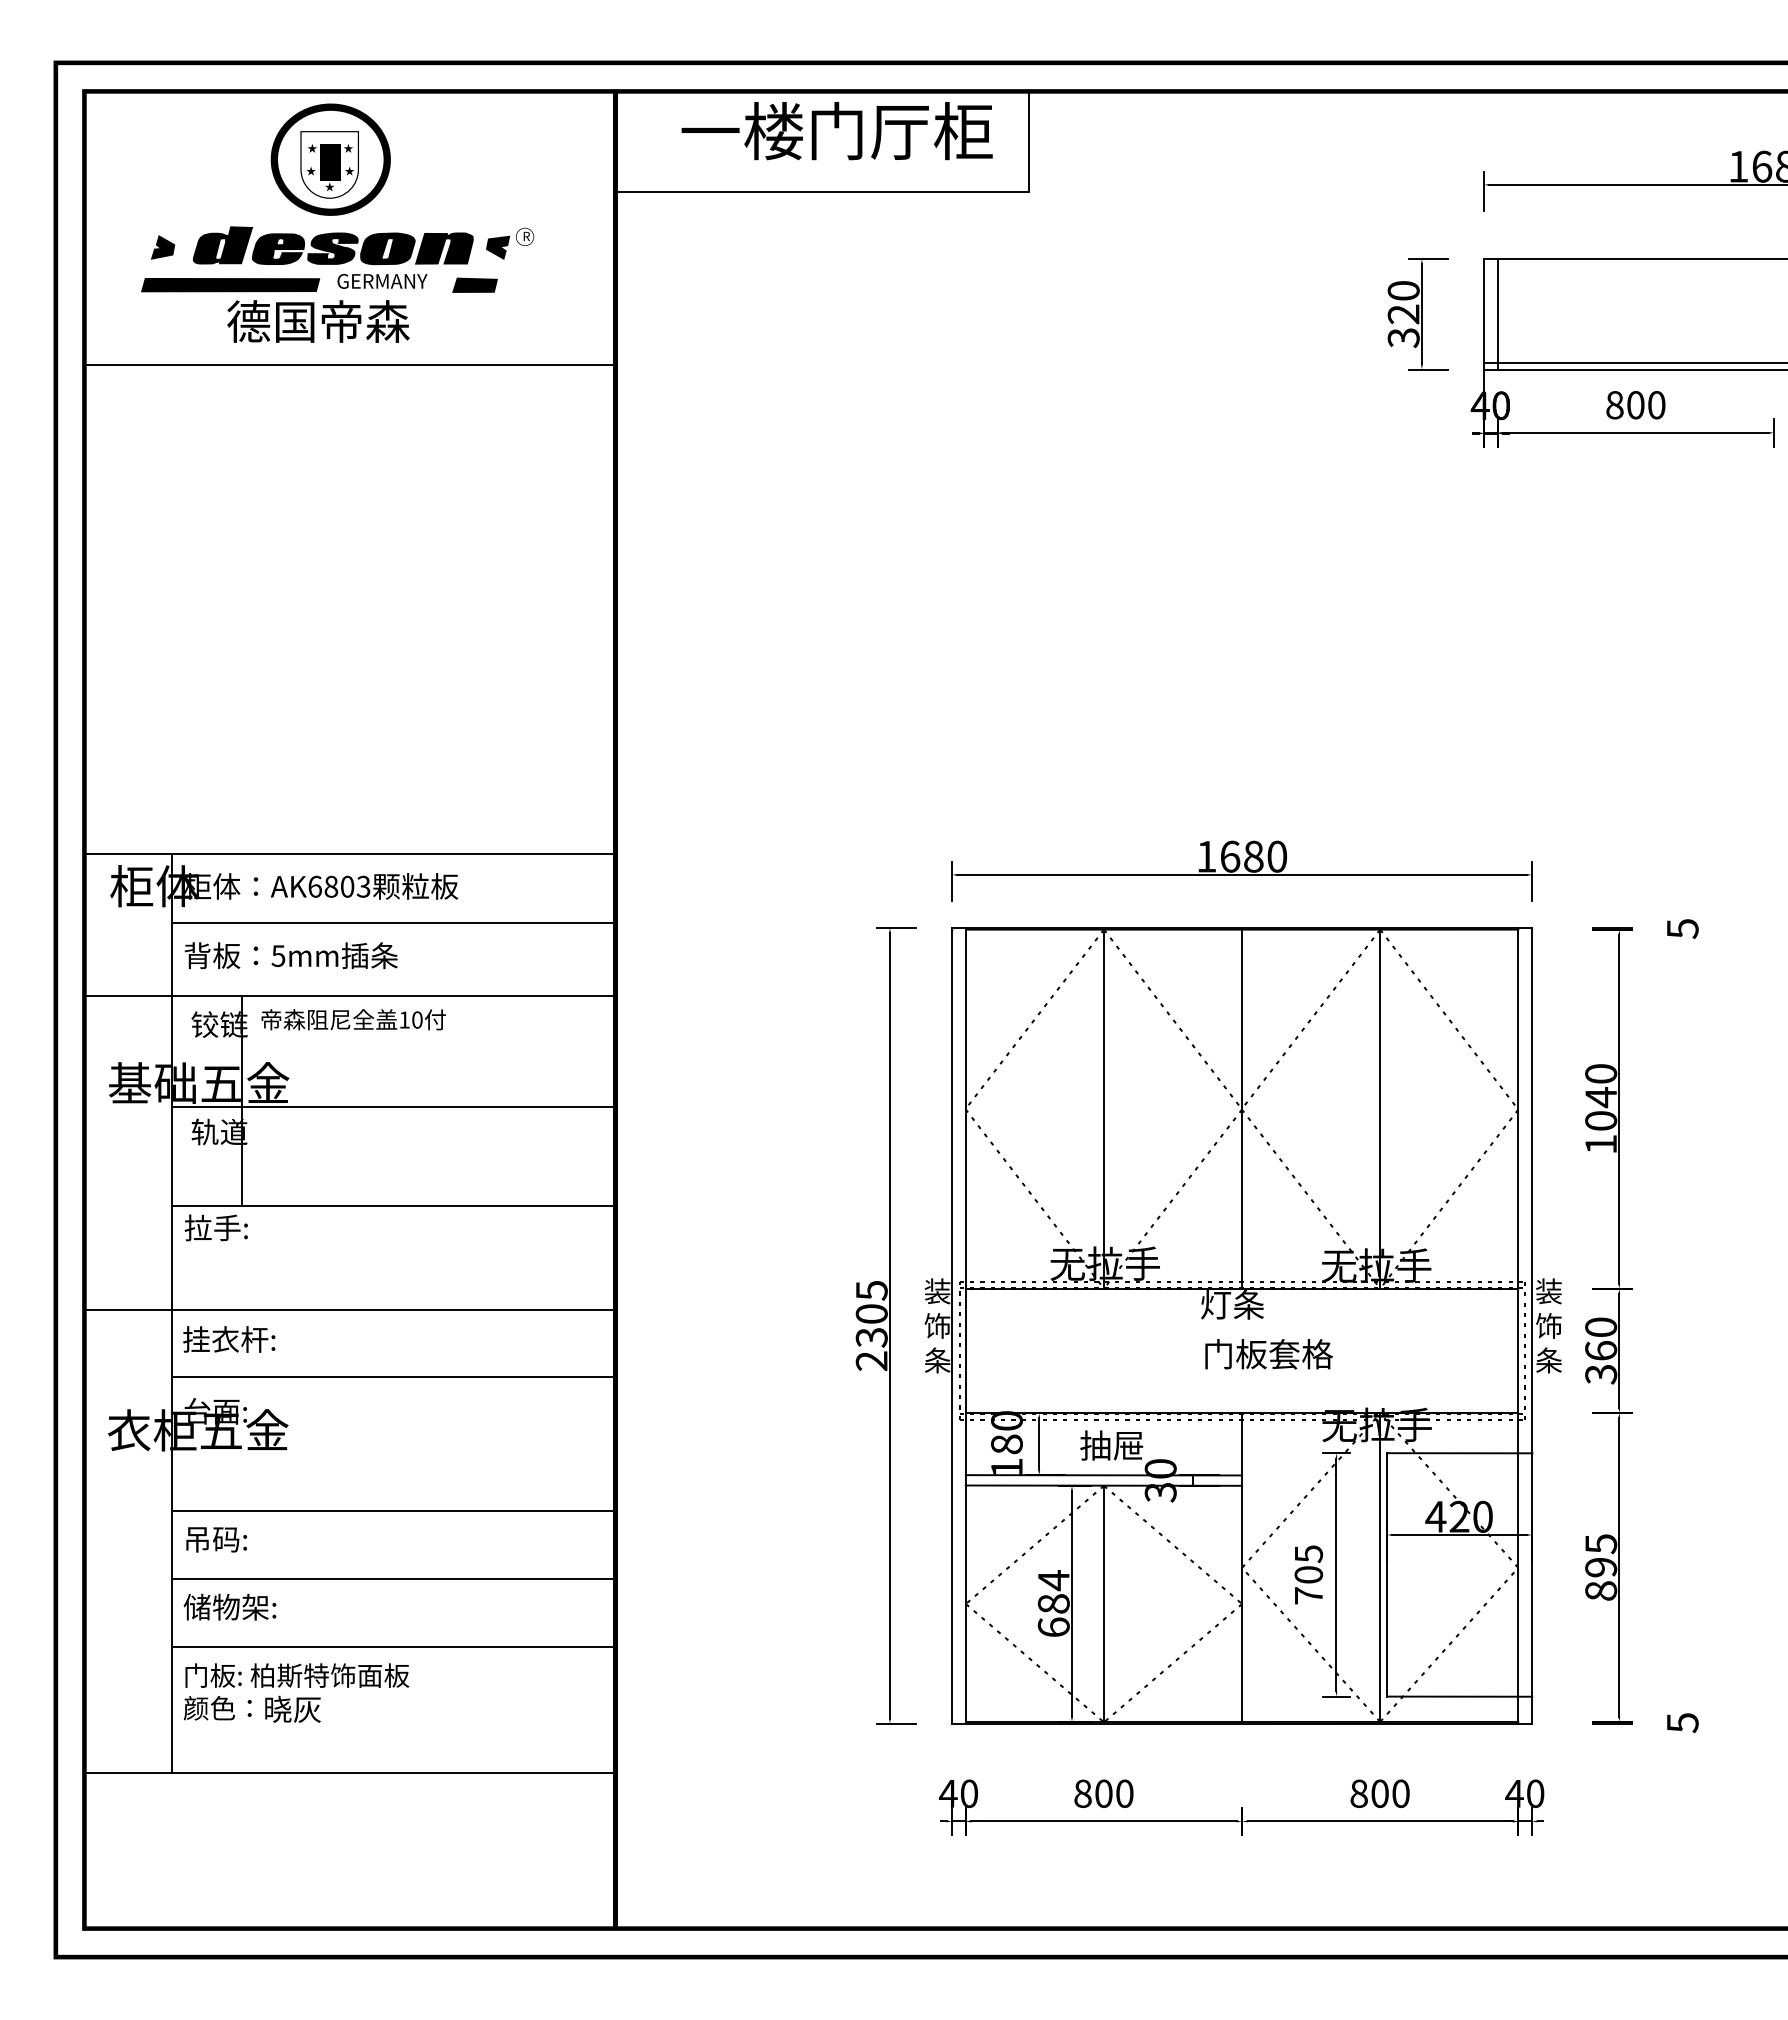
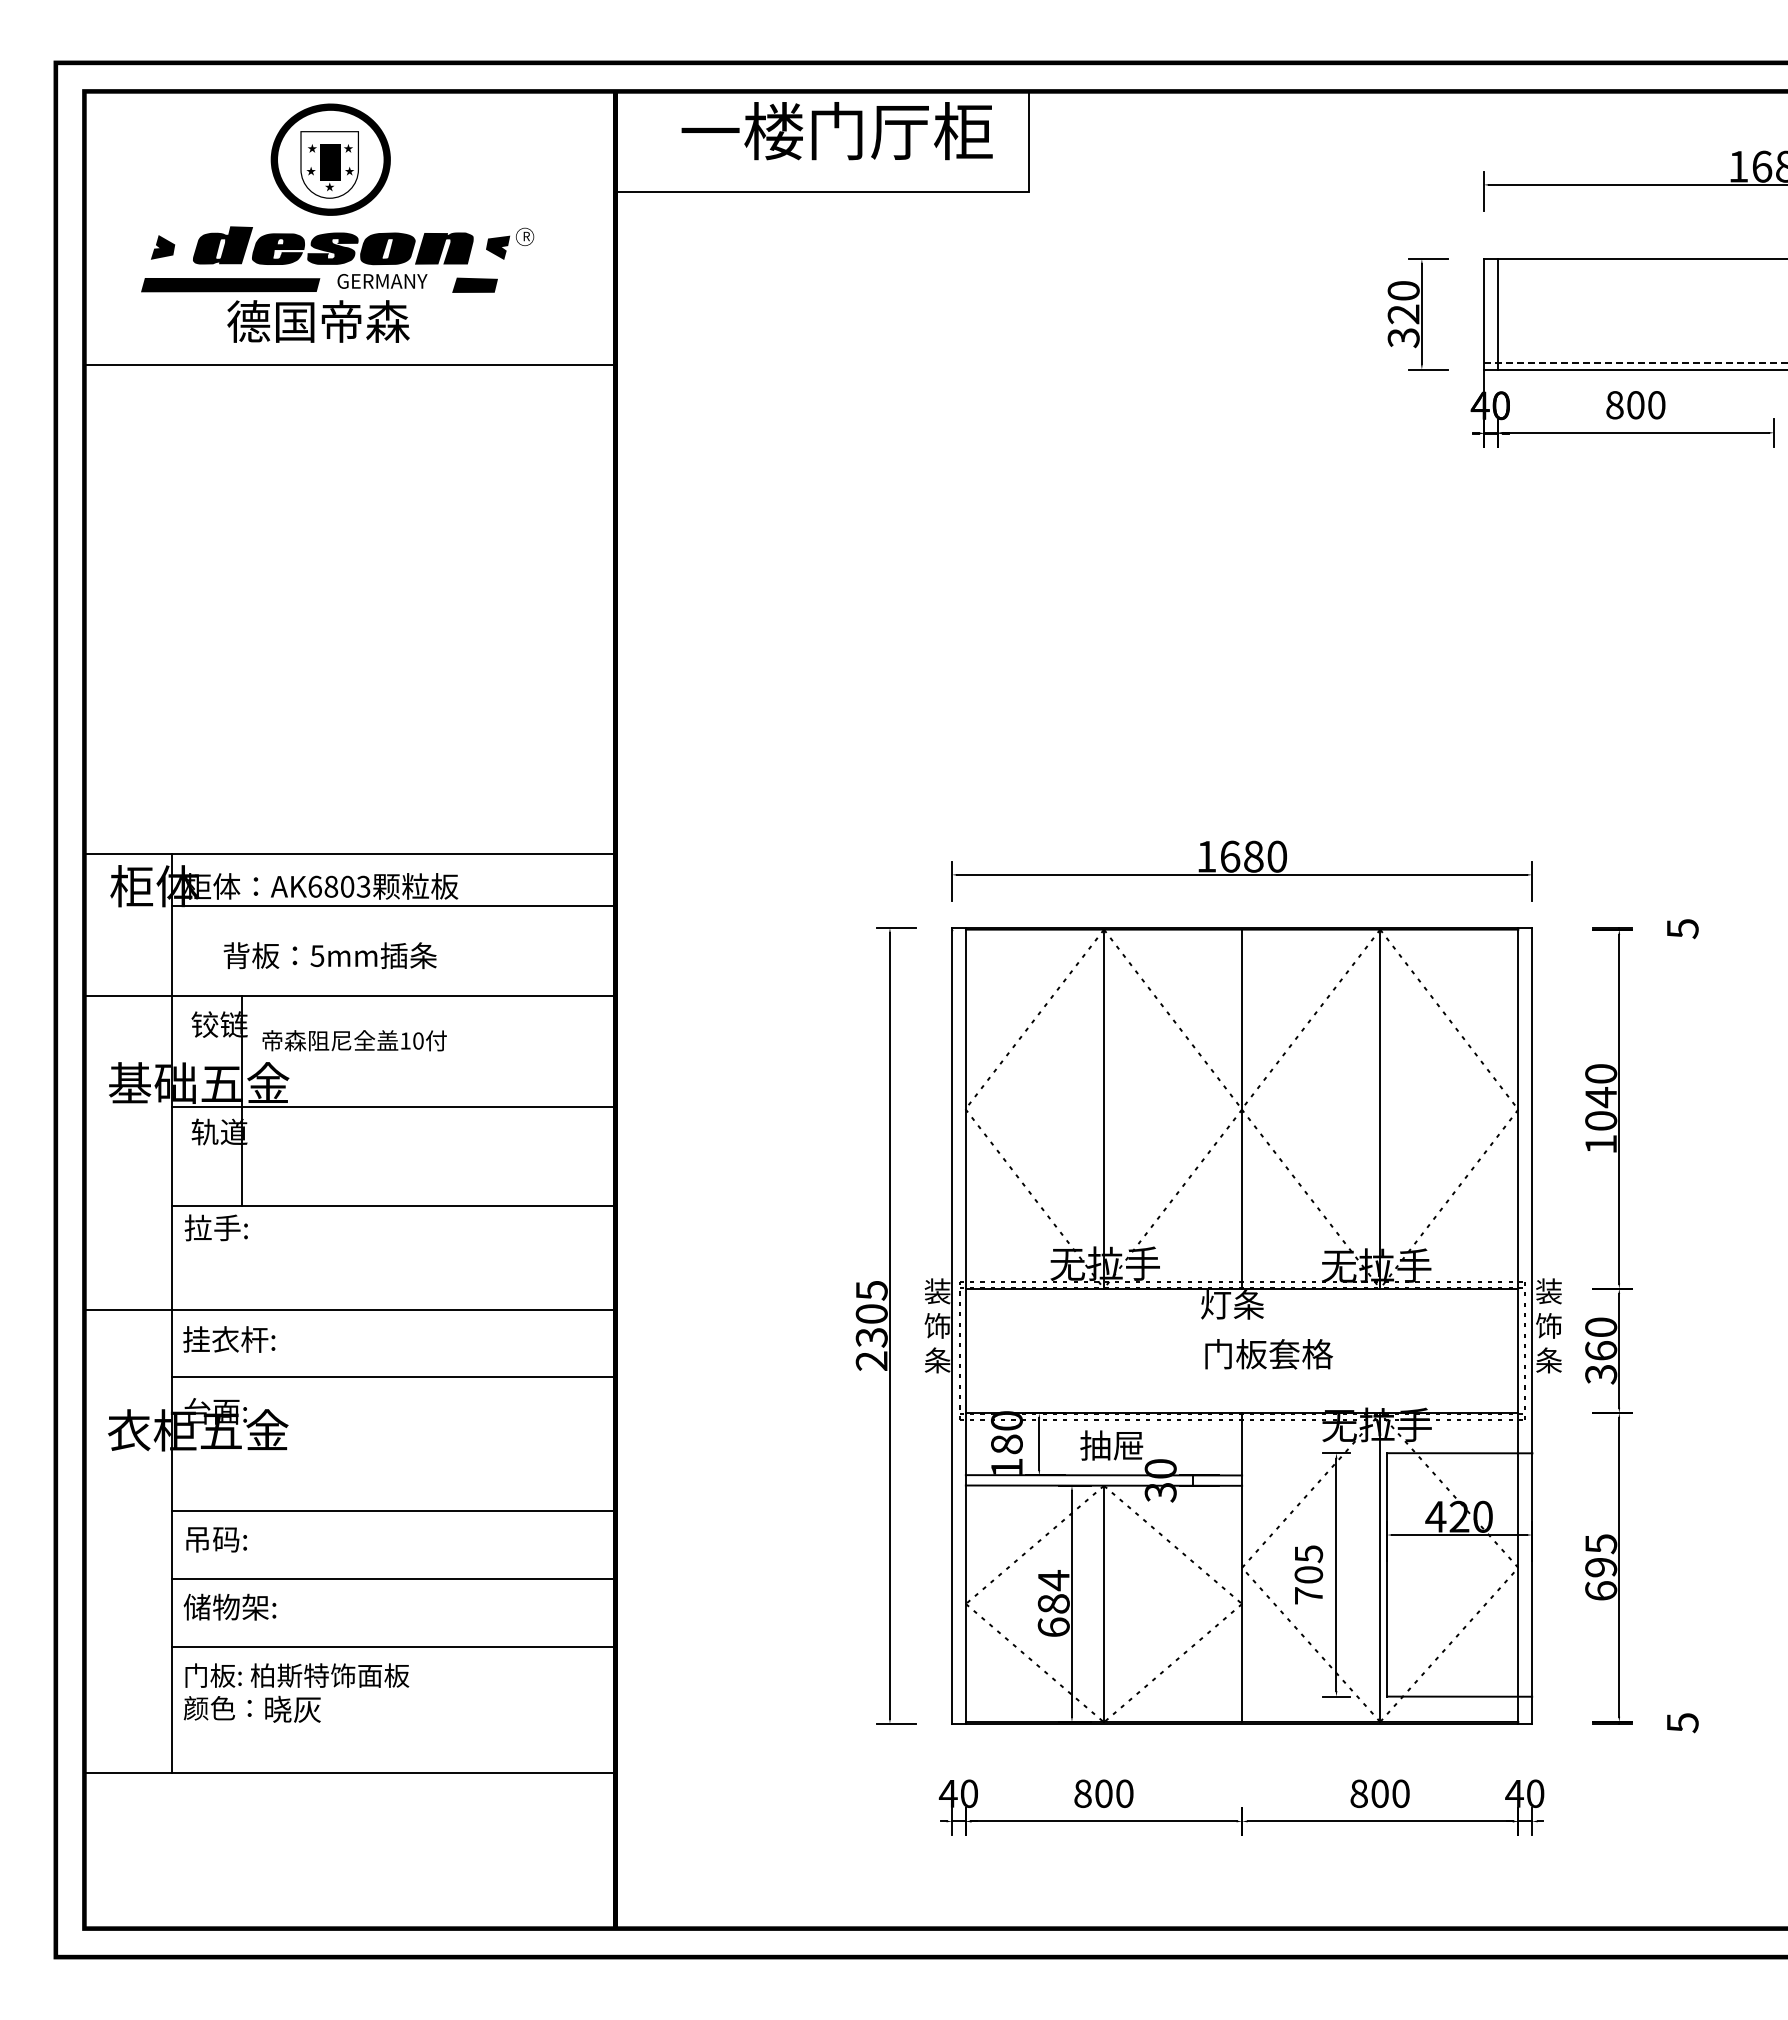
line at (1635, 362): solid -> dashed
line at (393, 922) position: (393, 922) -> (393, 905)
text at (290, 955) position: (290, 955) -> (329, 955)
text at (353, 1019) position: (353, 1019) -> (354, 1040)
text at (1601, 1590): 895 -> 695
